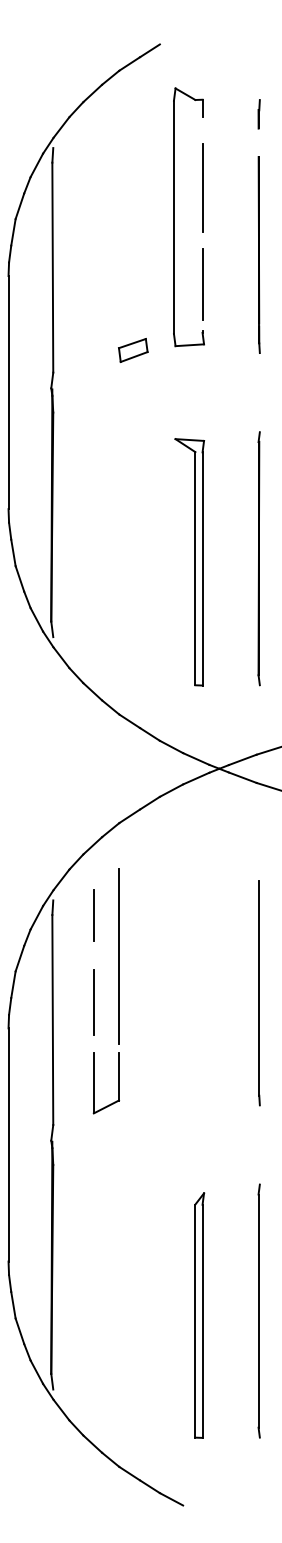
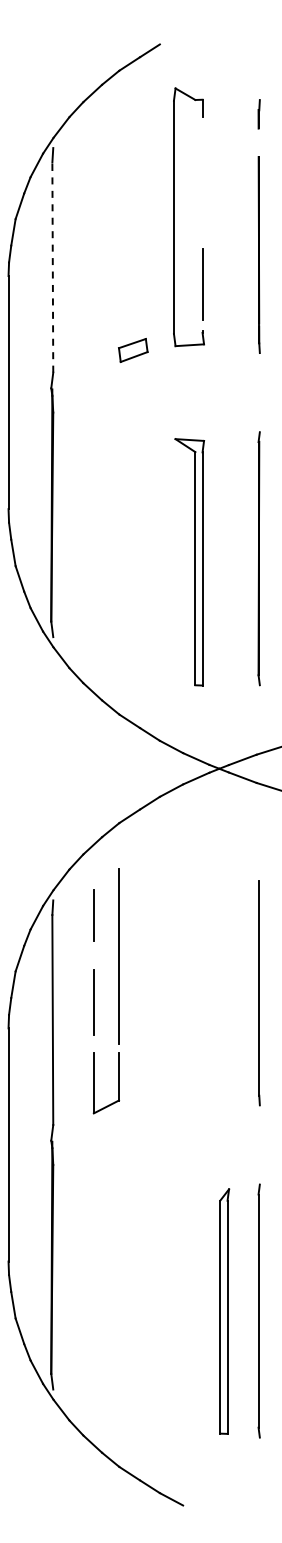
line at (202, 187): present -> none
line at (52, 267): solid -> dashed
part at (199, 1315) position: (199, 1315) -> (224, 1311)
